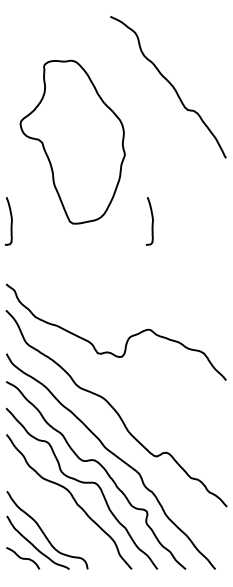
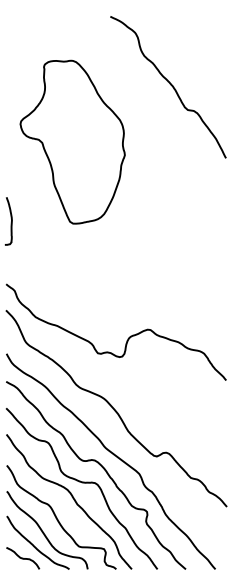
curve at (151, 222): present -> none
curve at (58, 519): none -> present
